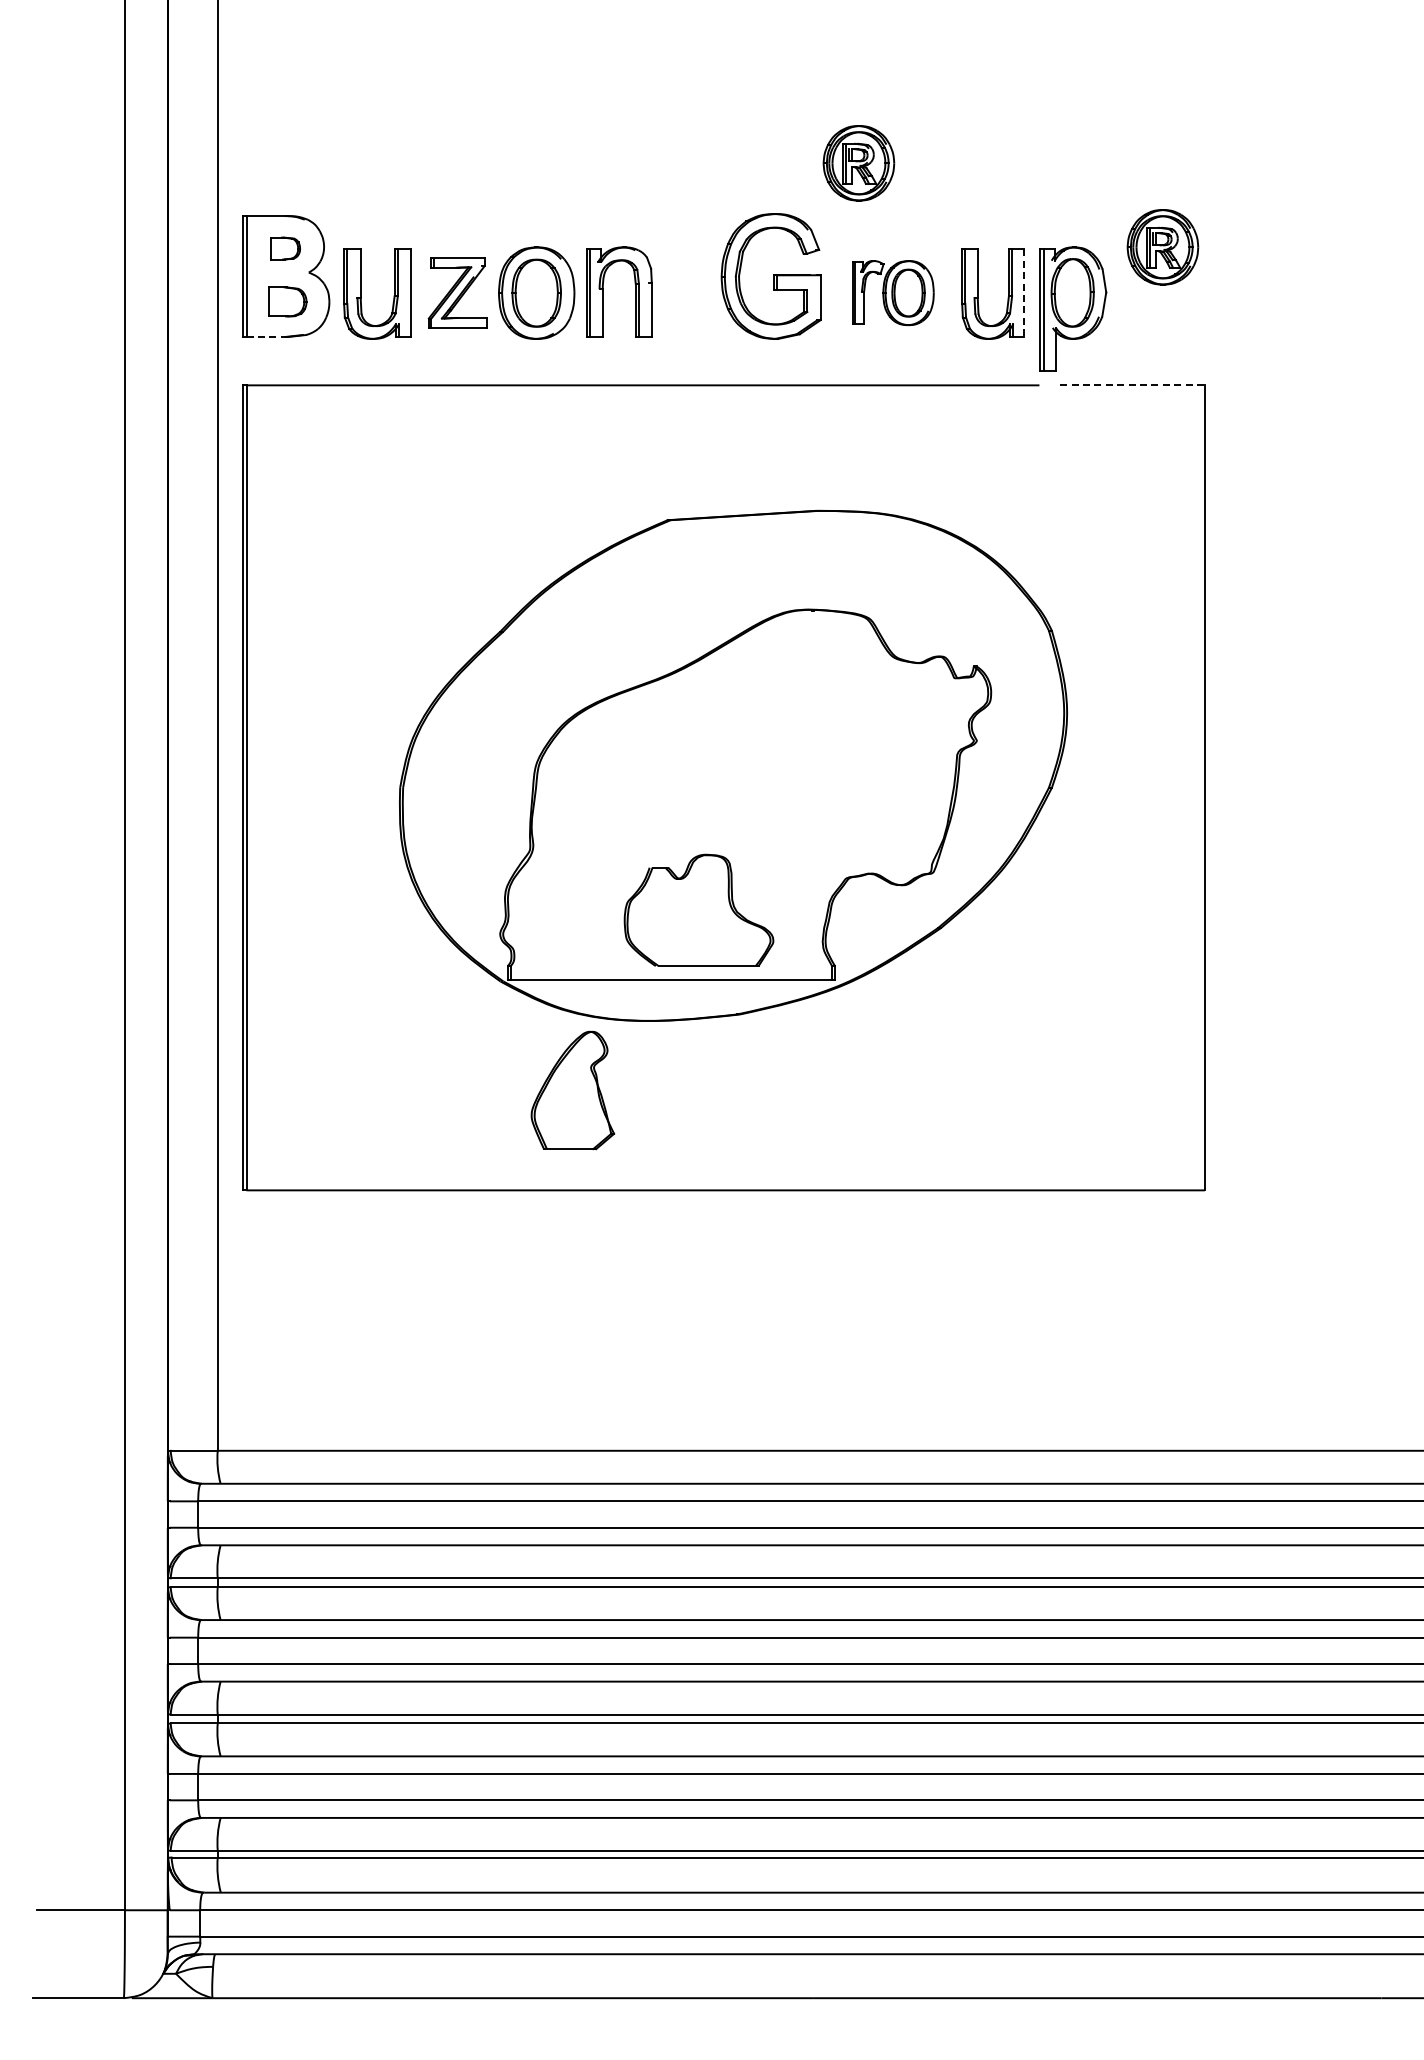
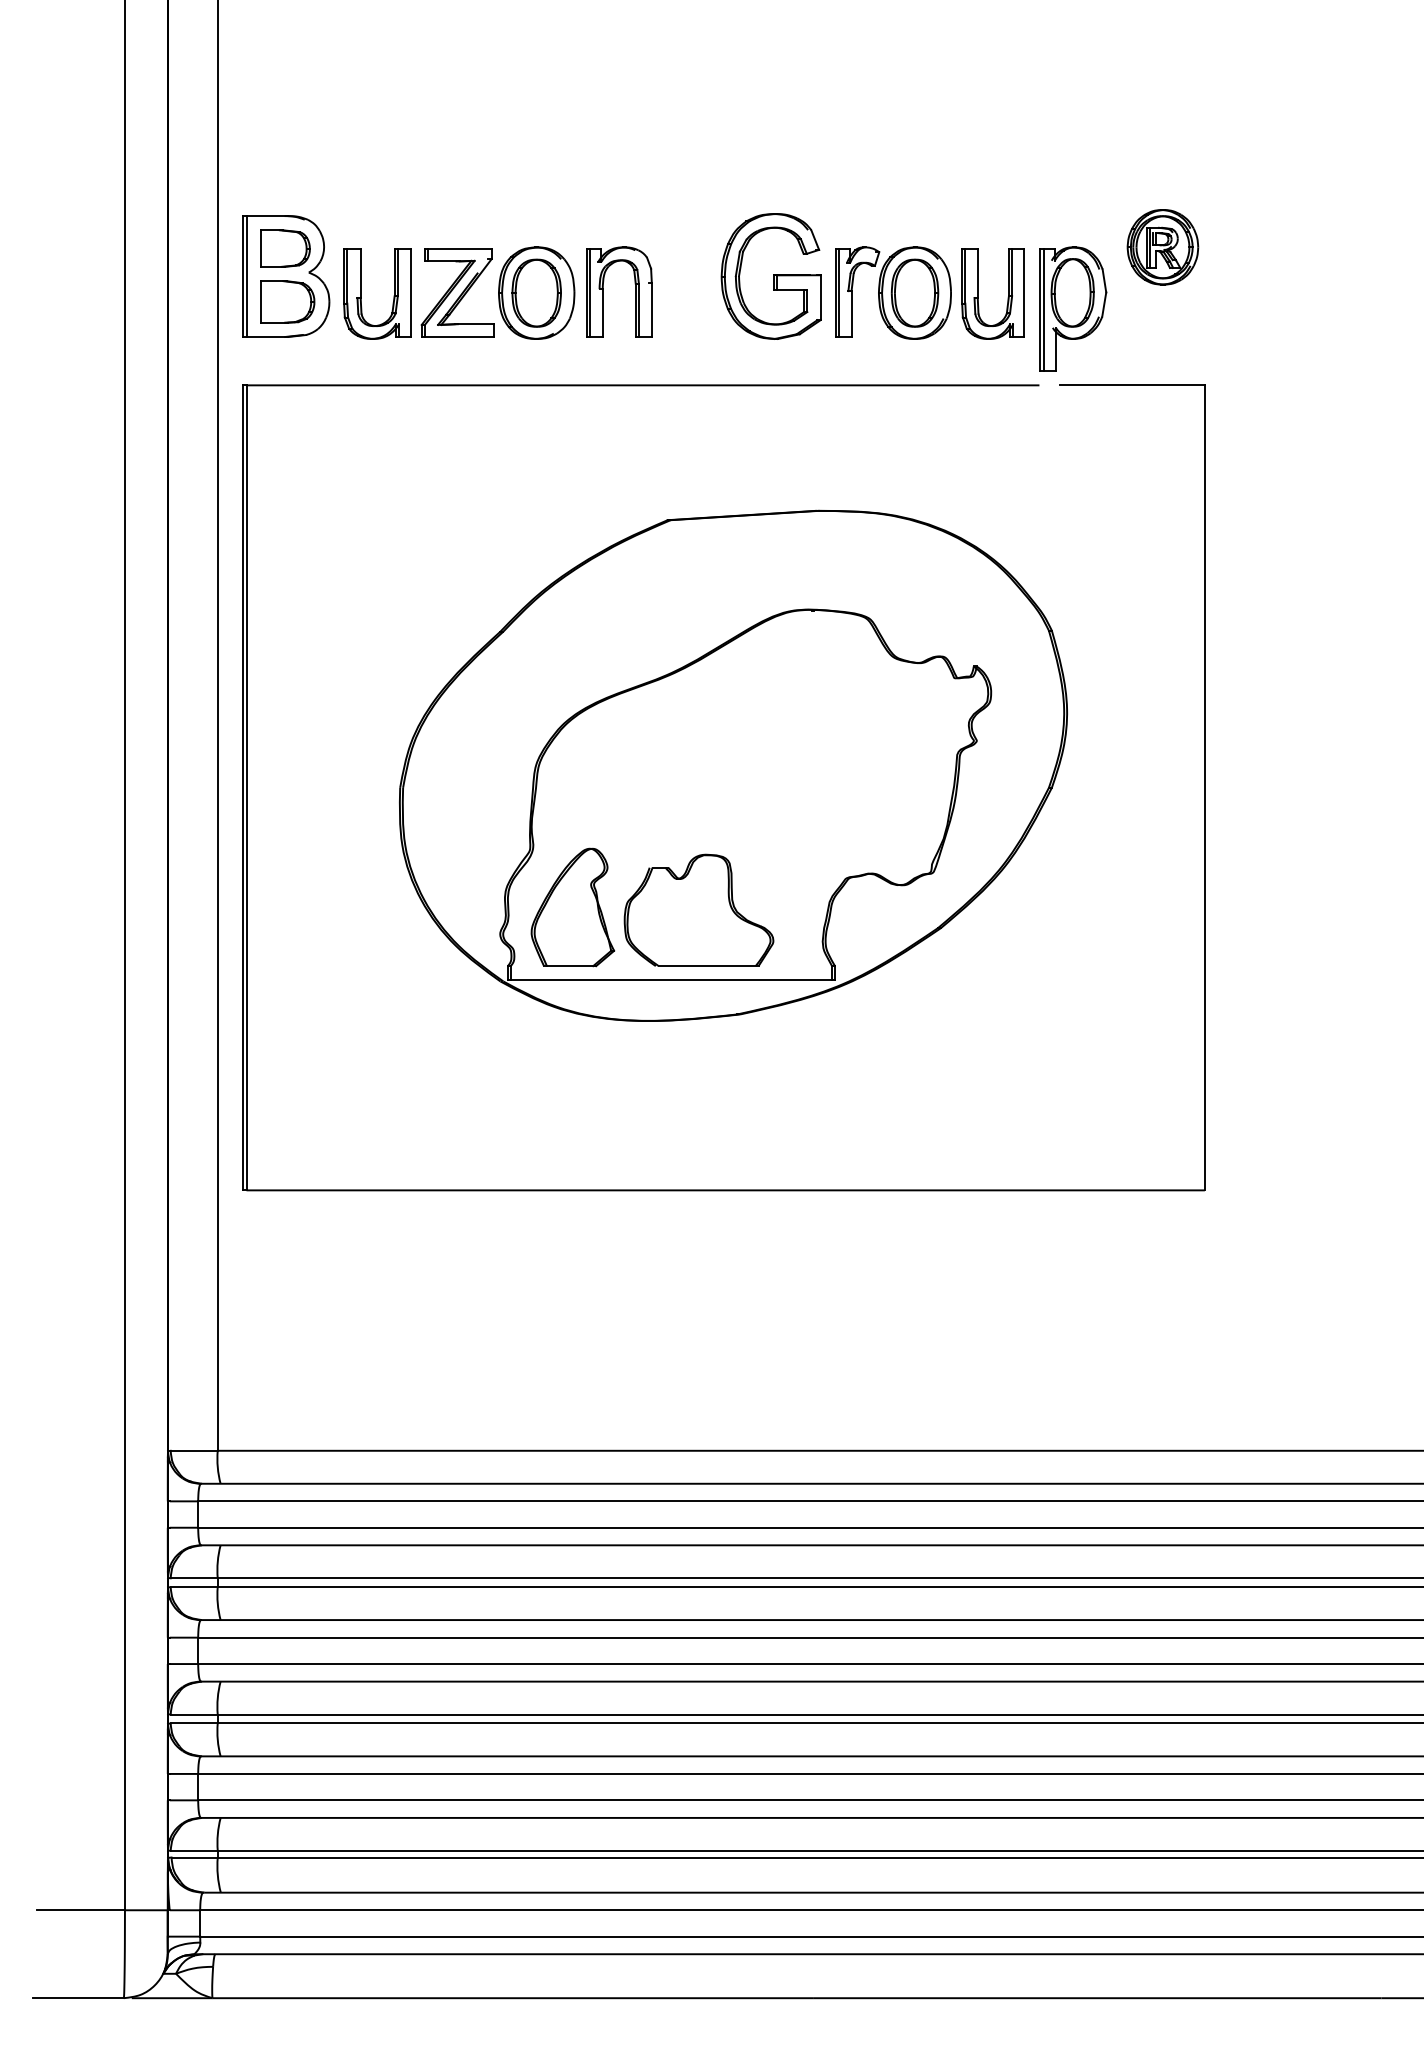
part at (858, 163): present -> none
part at (285, 248) size: 31x25 px -> 51x39 px
part at (457, 292) size: 61x72 px -> 75x90 px
part at (893, 293) size: 83x67 px -> 117x94 px
line at (1024, 293): dashed -> solid
part at (287, 301) size: 40x32 px -> 56x44 px
line at (267, 336): dashed -> solid
line at (1133, 385): dashed -> solid
part at (572, 1090) position: (572, 1090) -> (572, 907)
